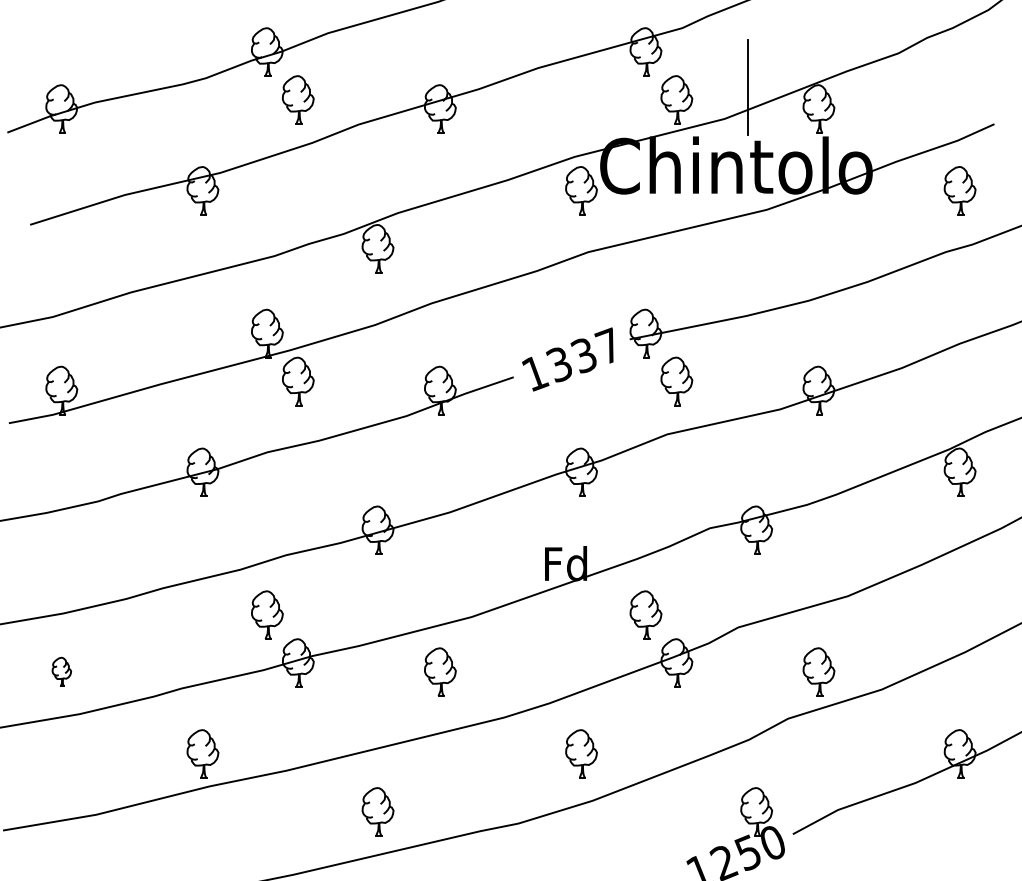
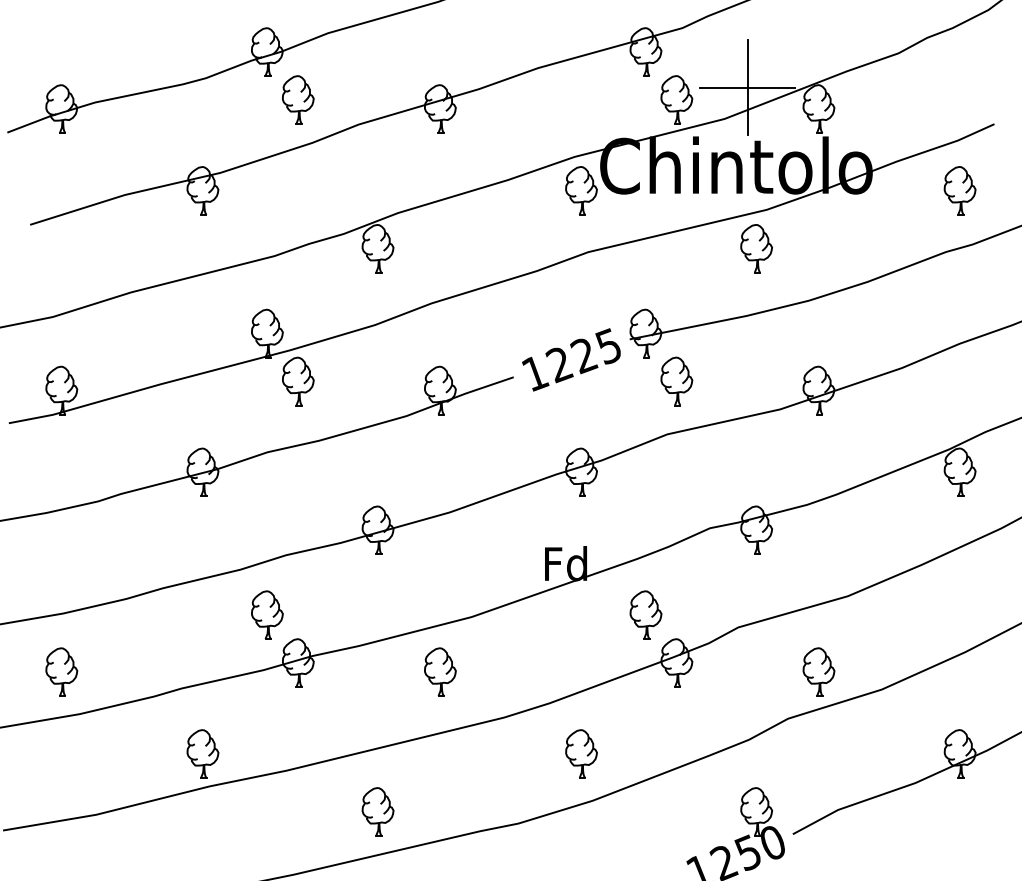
line at (747, 87): none -> present
part at (756, 248): none -> present
text at (582, 355): 1337 -> 1225
part at (61, 671) size: 22x31 px -> 34x50 px
